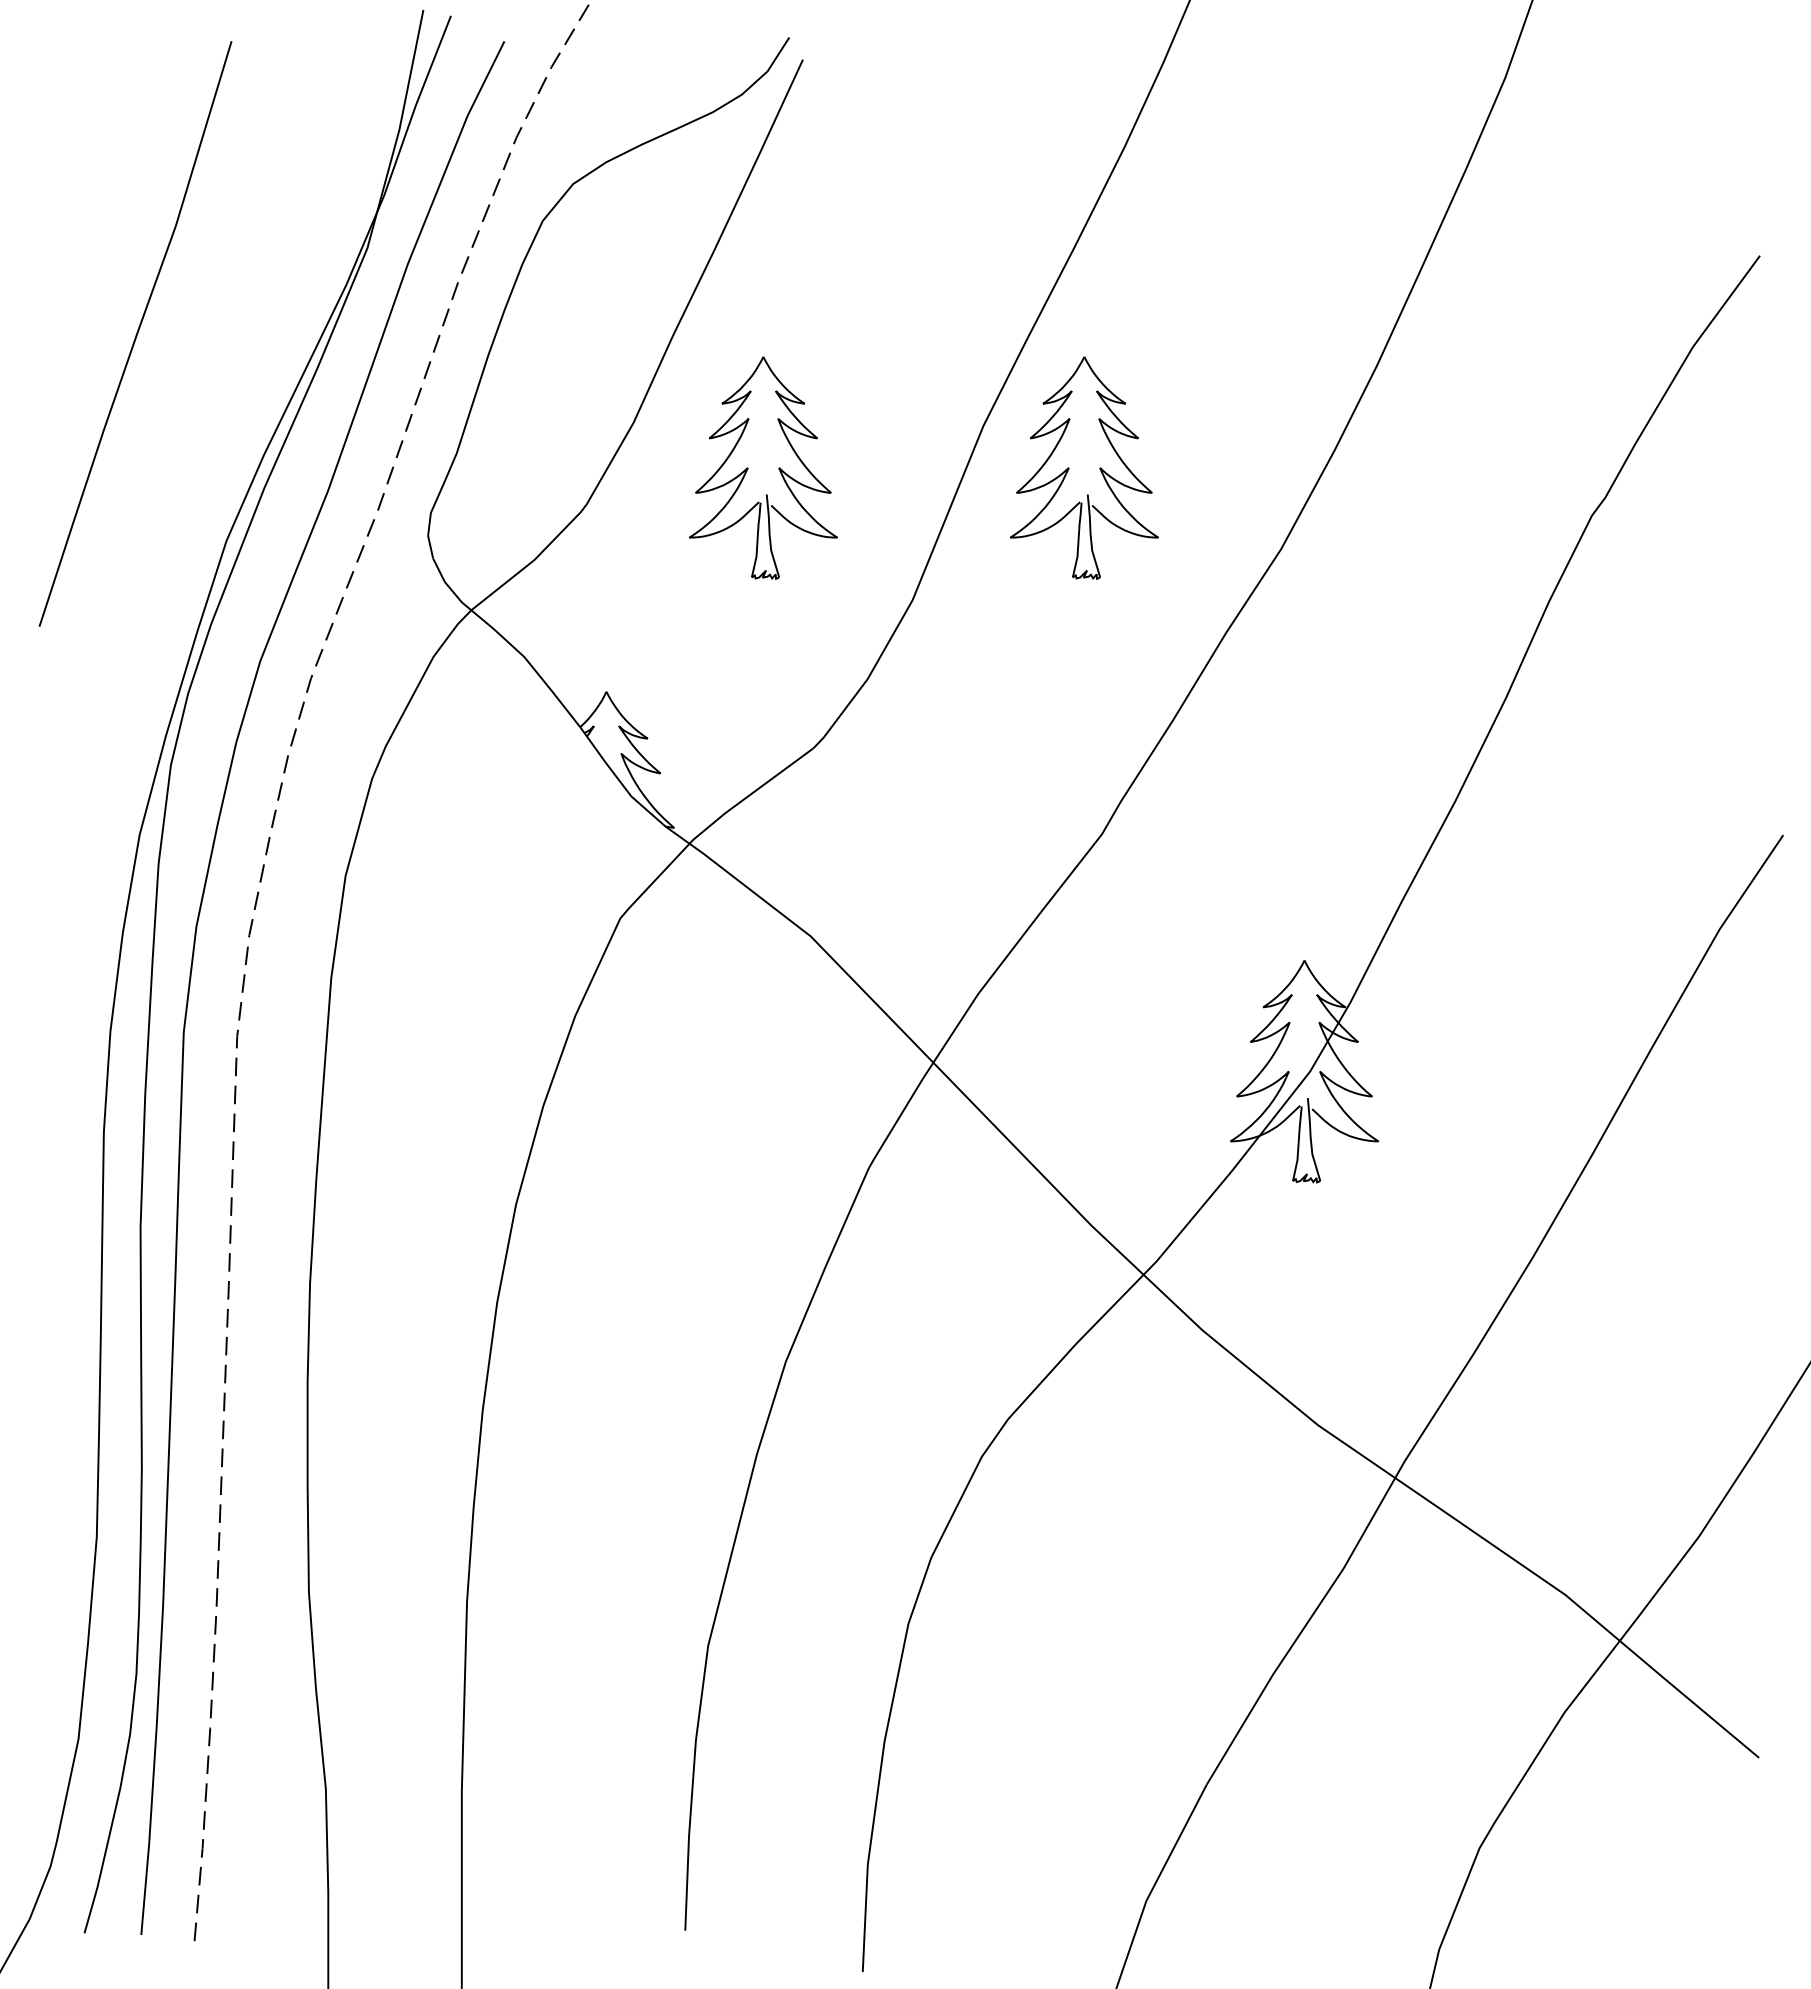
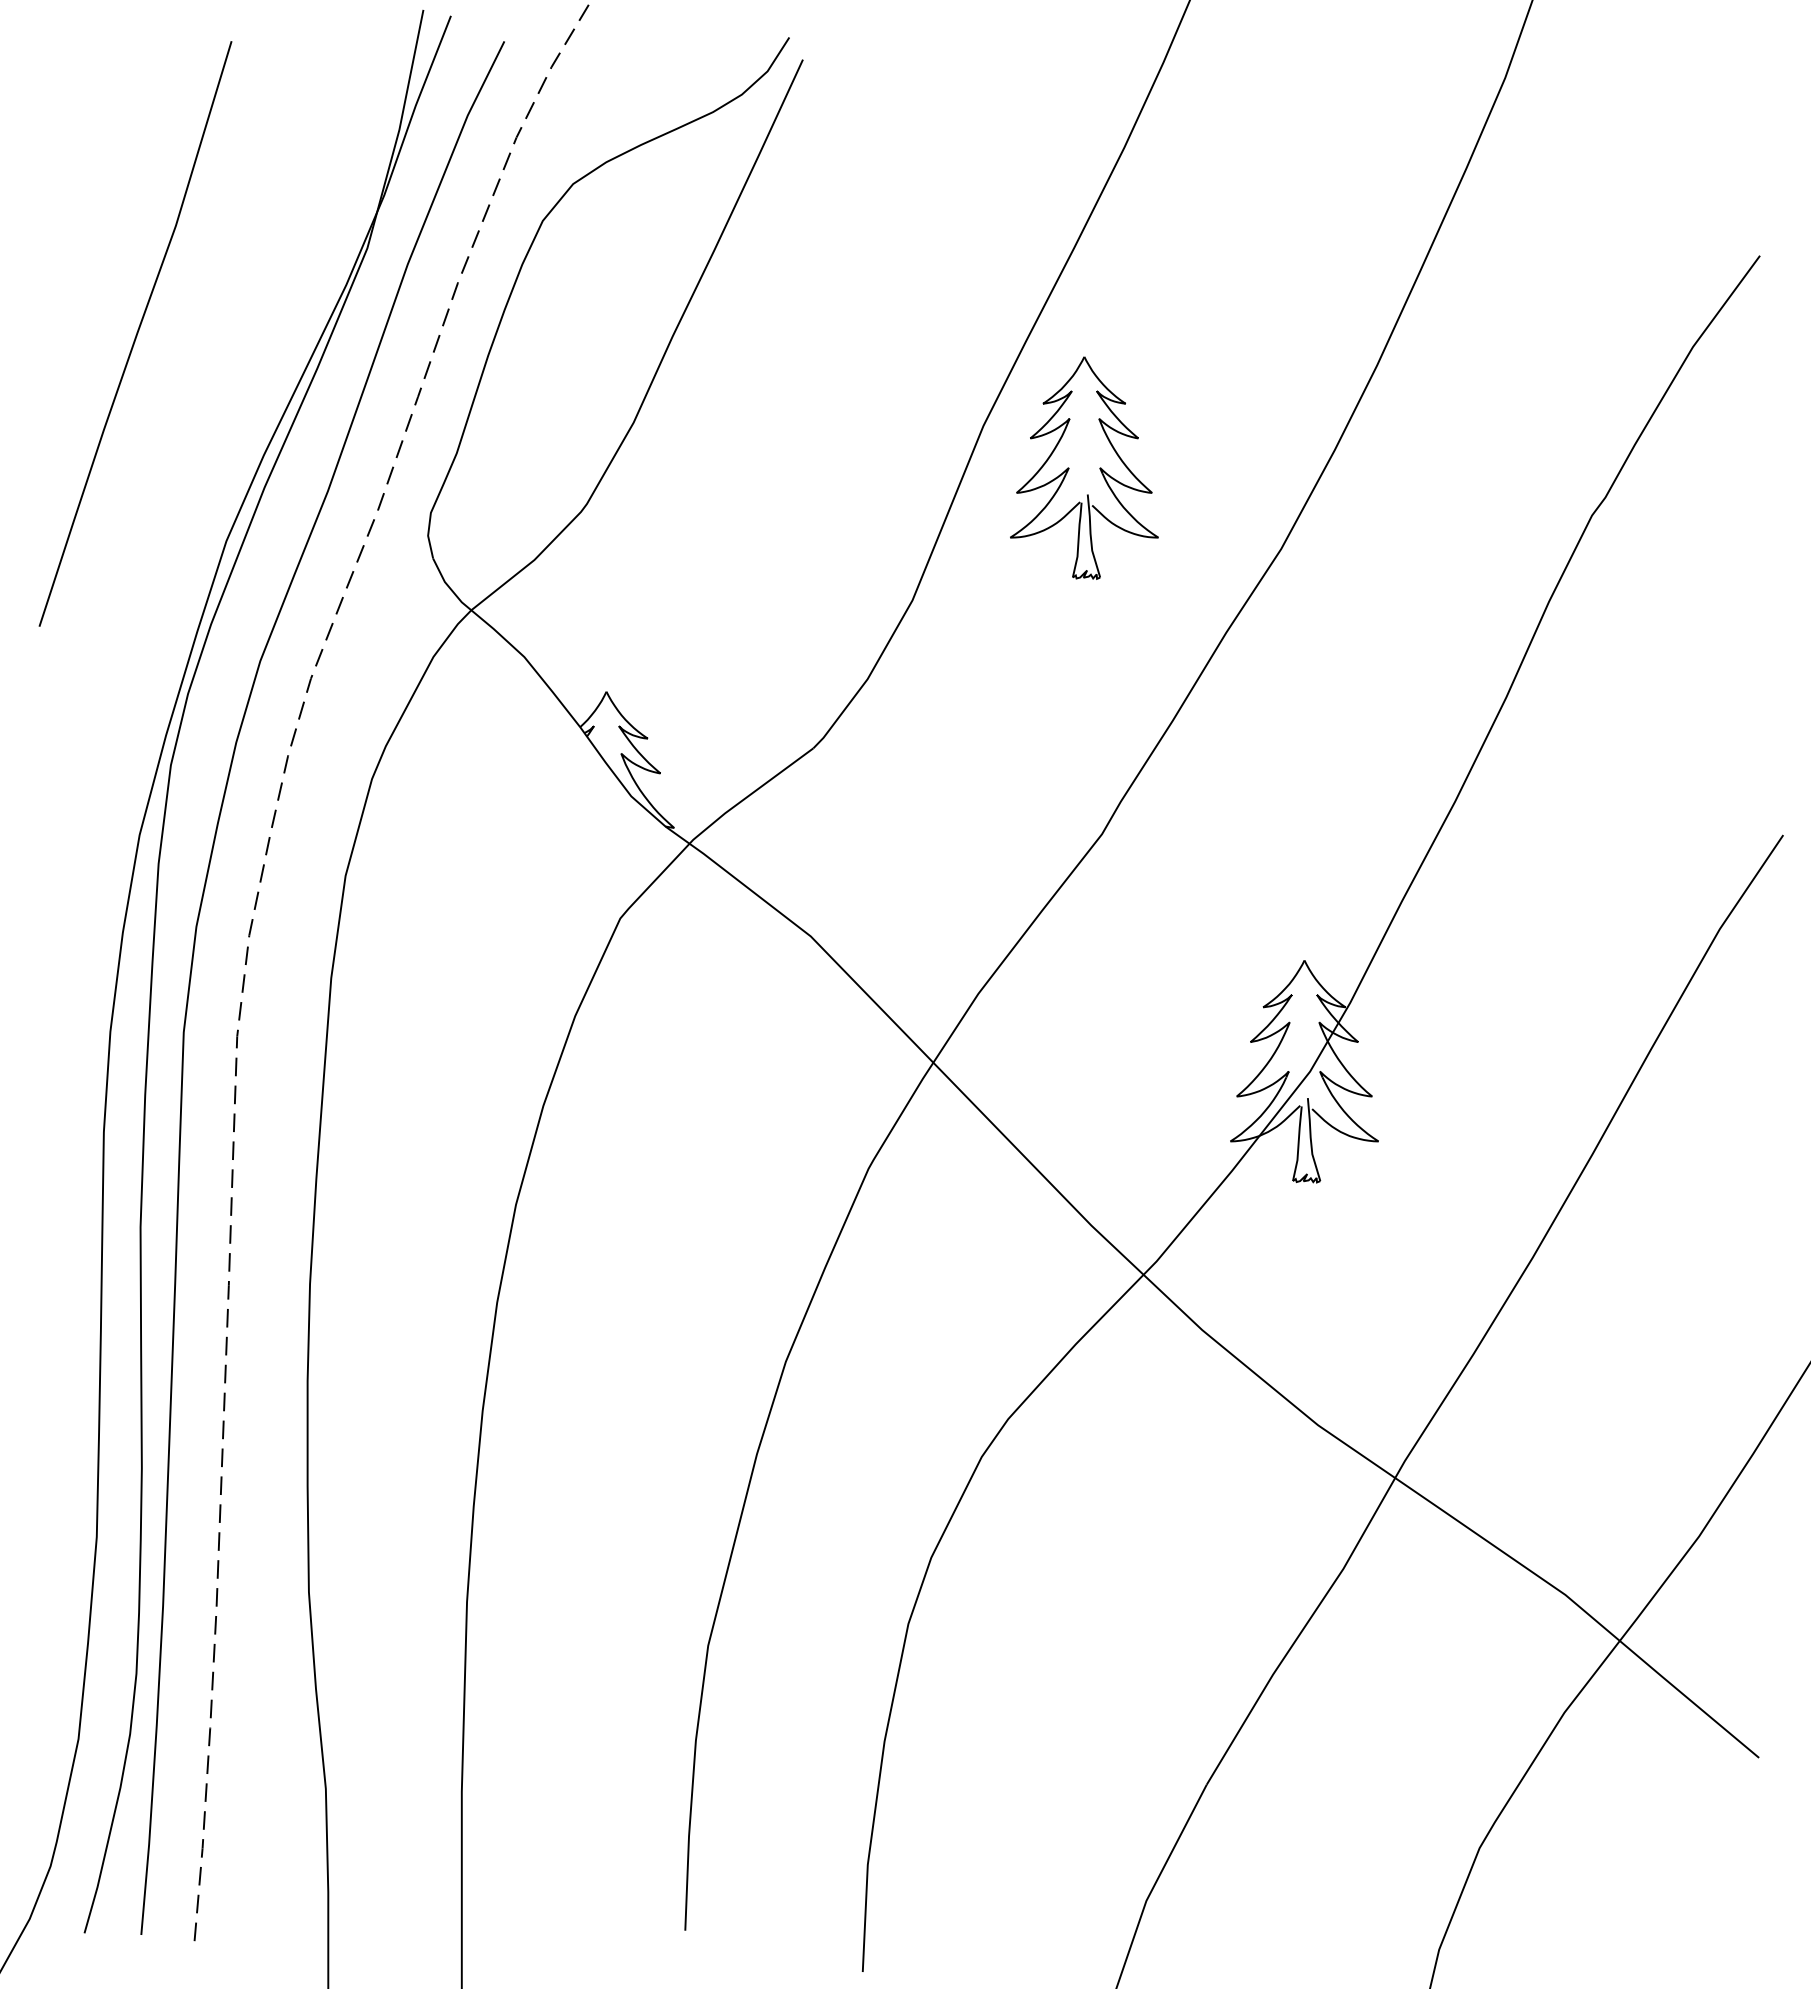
part at (748, 468): present -> none
